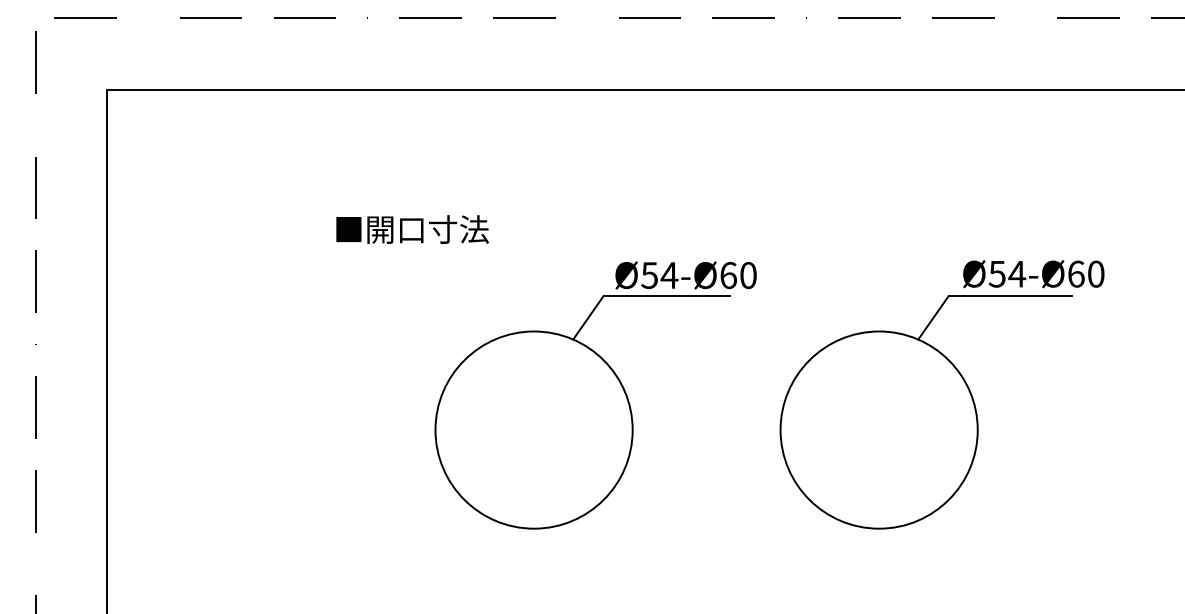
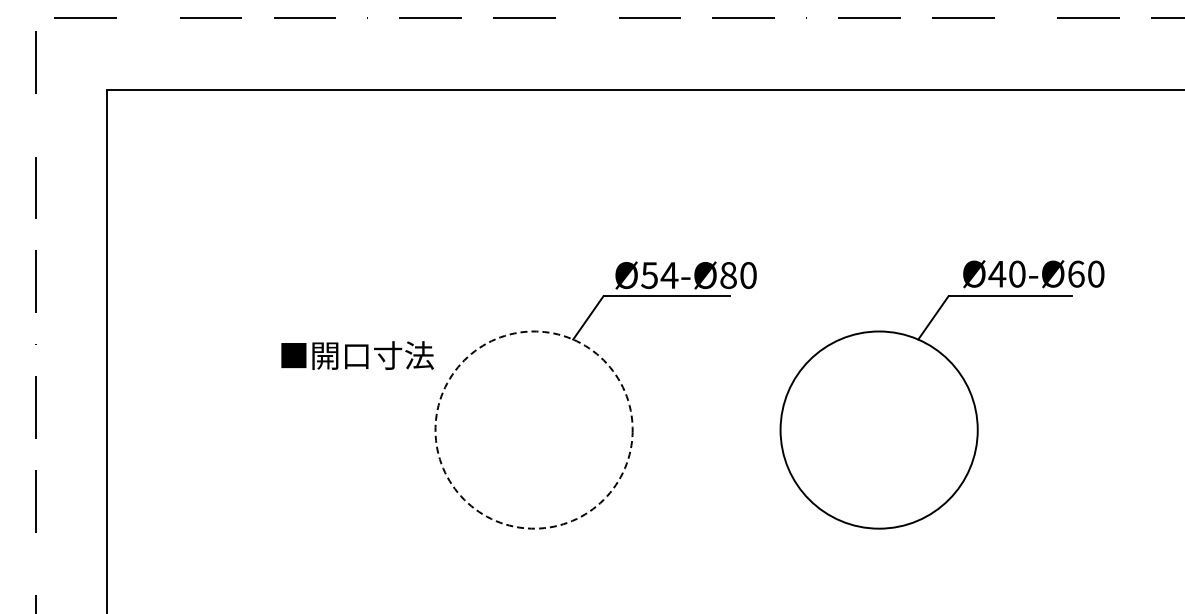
text at (412, 229) position: (412, 229) -> (357, 355)
text at (1007, 273): Ø54-Ø60 -> Ø40-Ø60
text at (728, 275): Ø54-Ø60 -> Ø54-Ø80
circle at (533, 429): solid -> dashed
